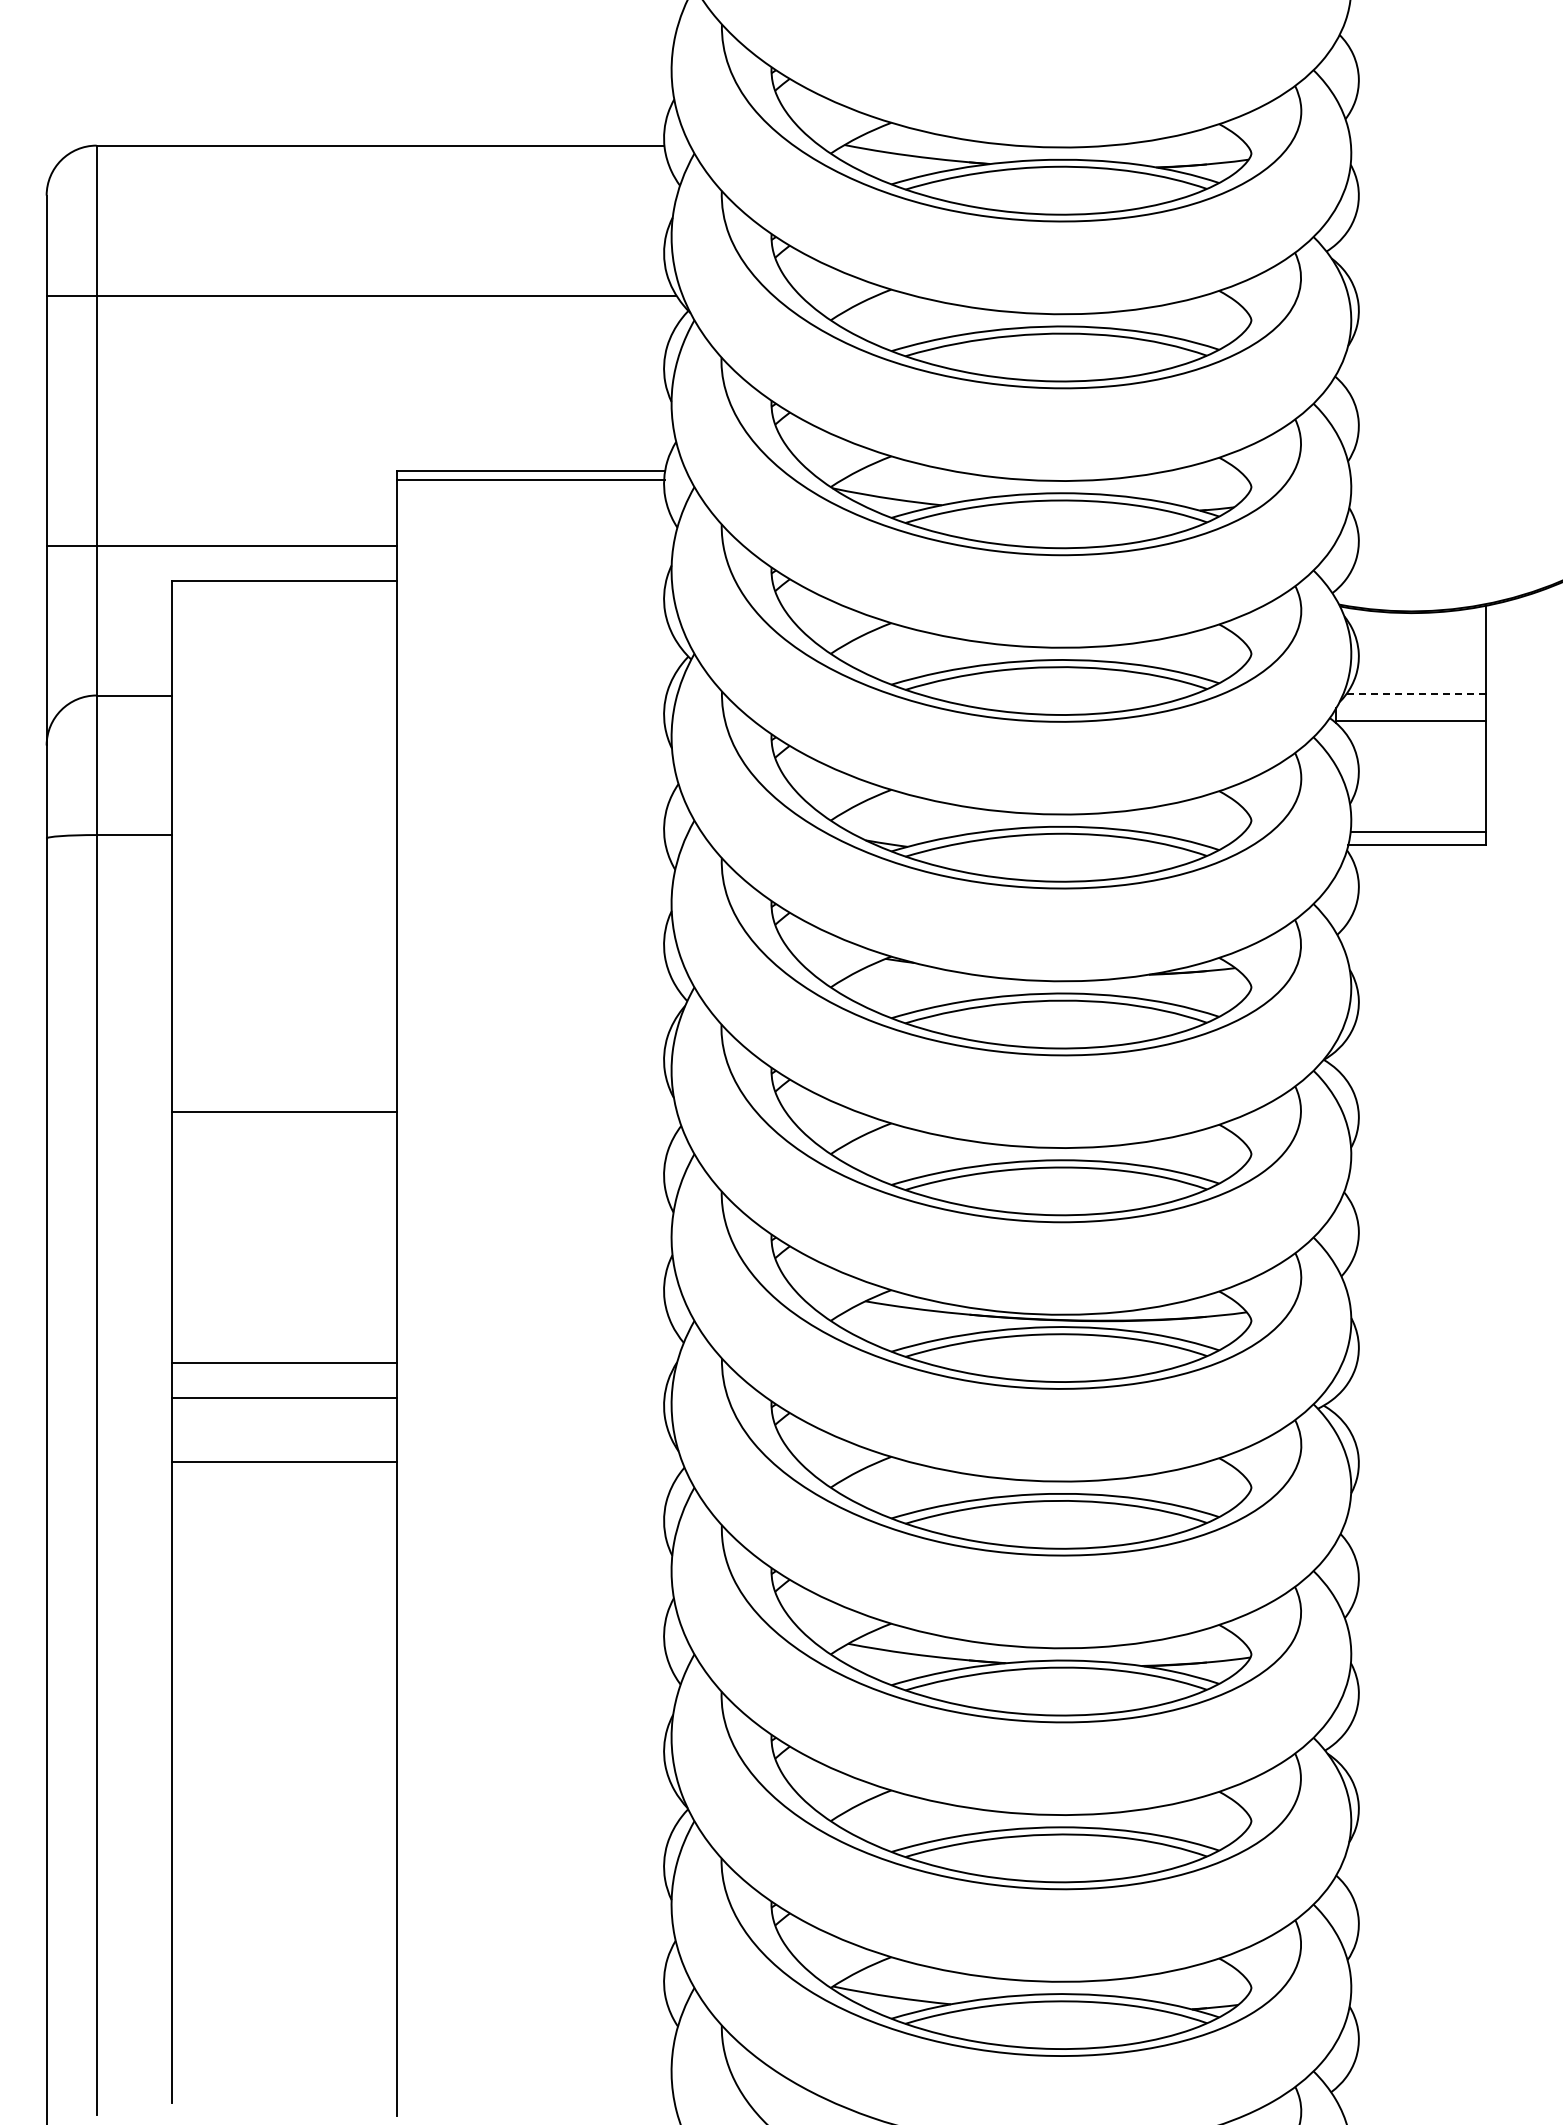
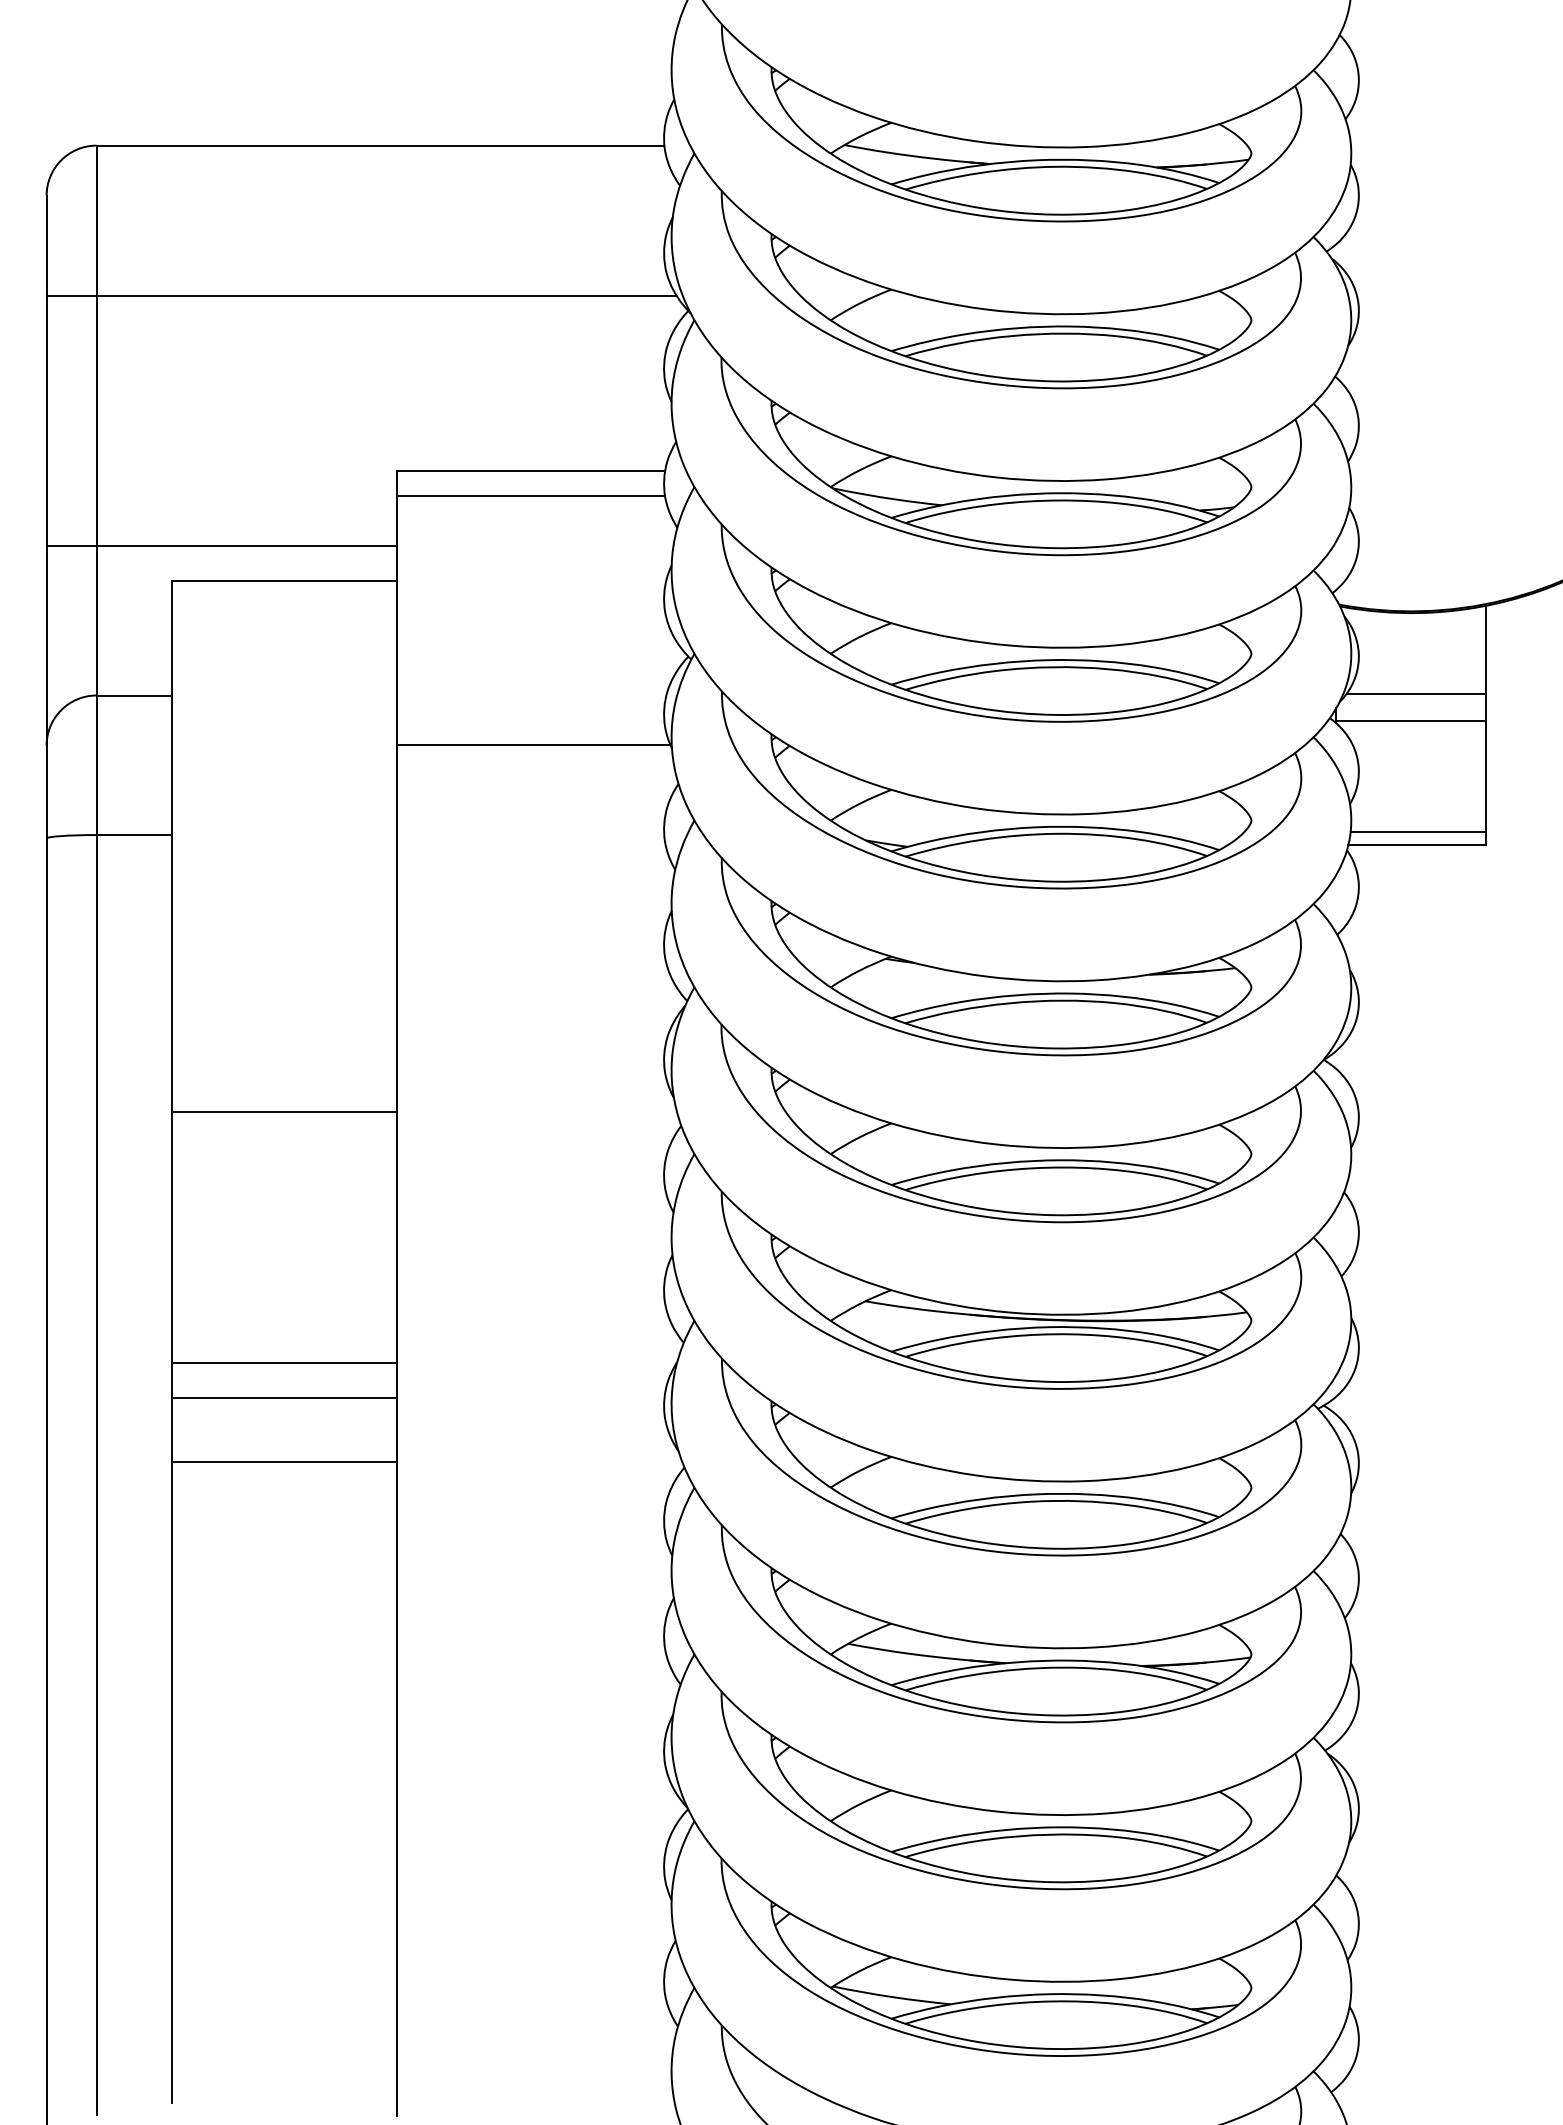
line at (530, 479) position: (530, 479) -> (530, 495)
line at (1416, 693): dashed -> solid
line at (533, 745): none -> present
